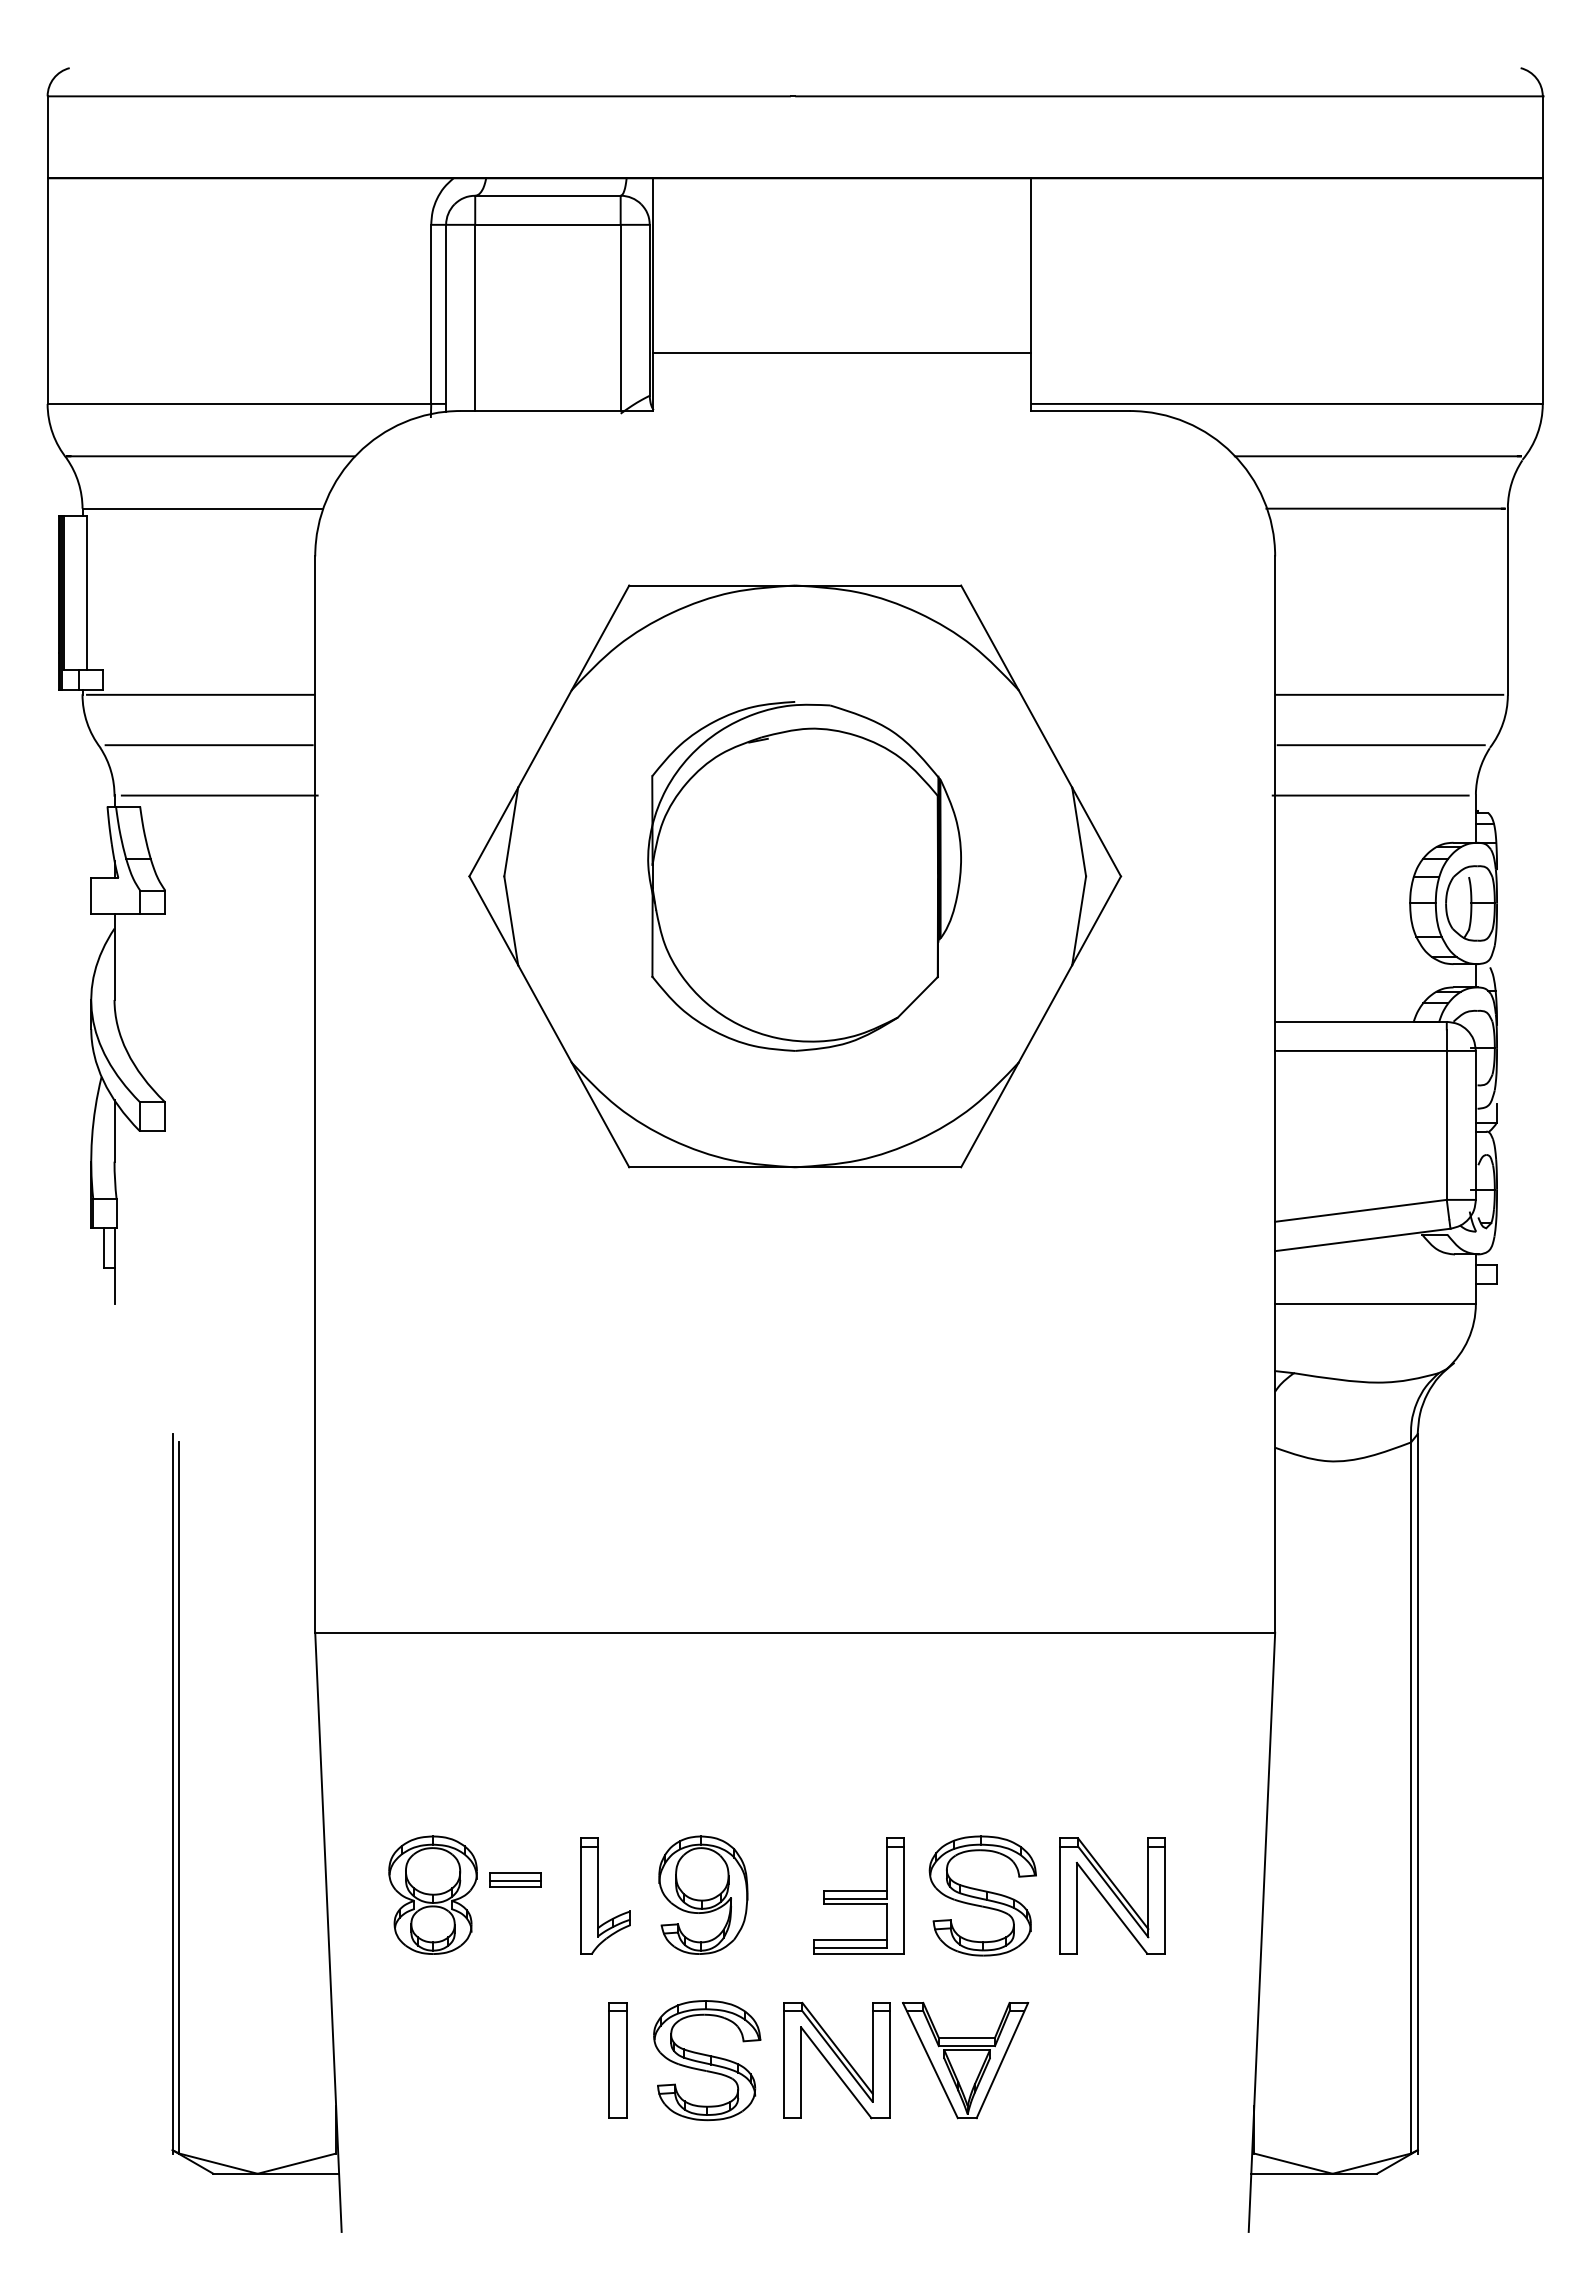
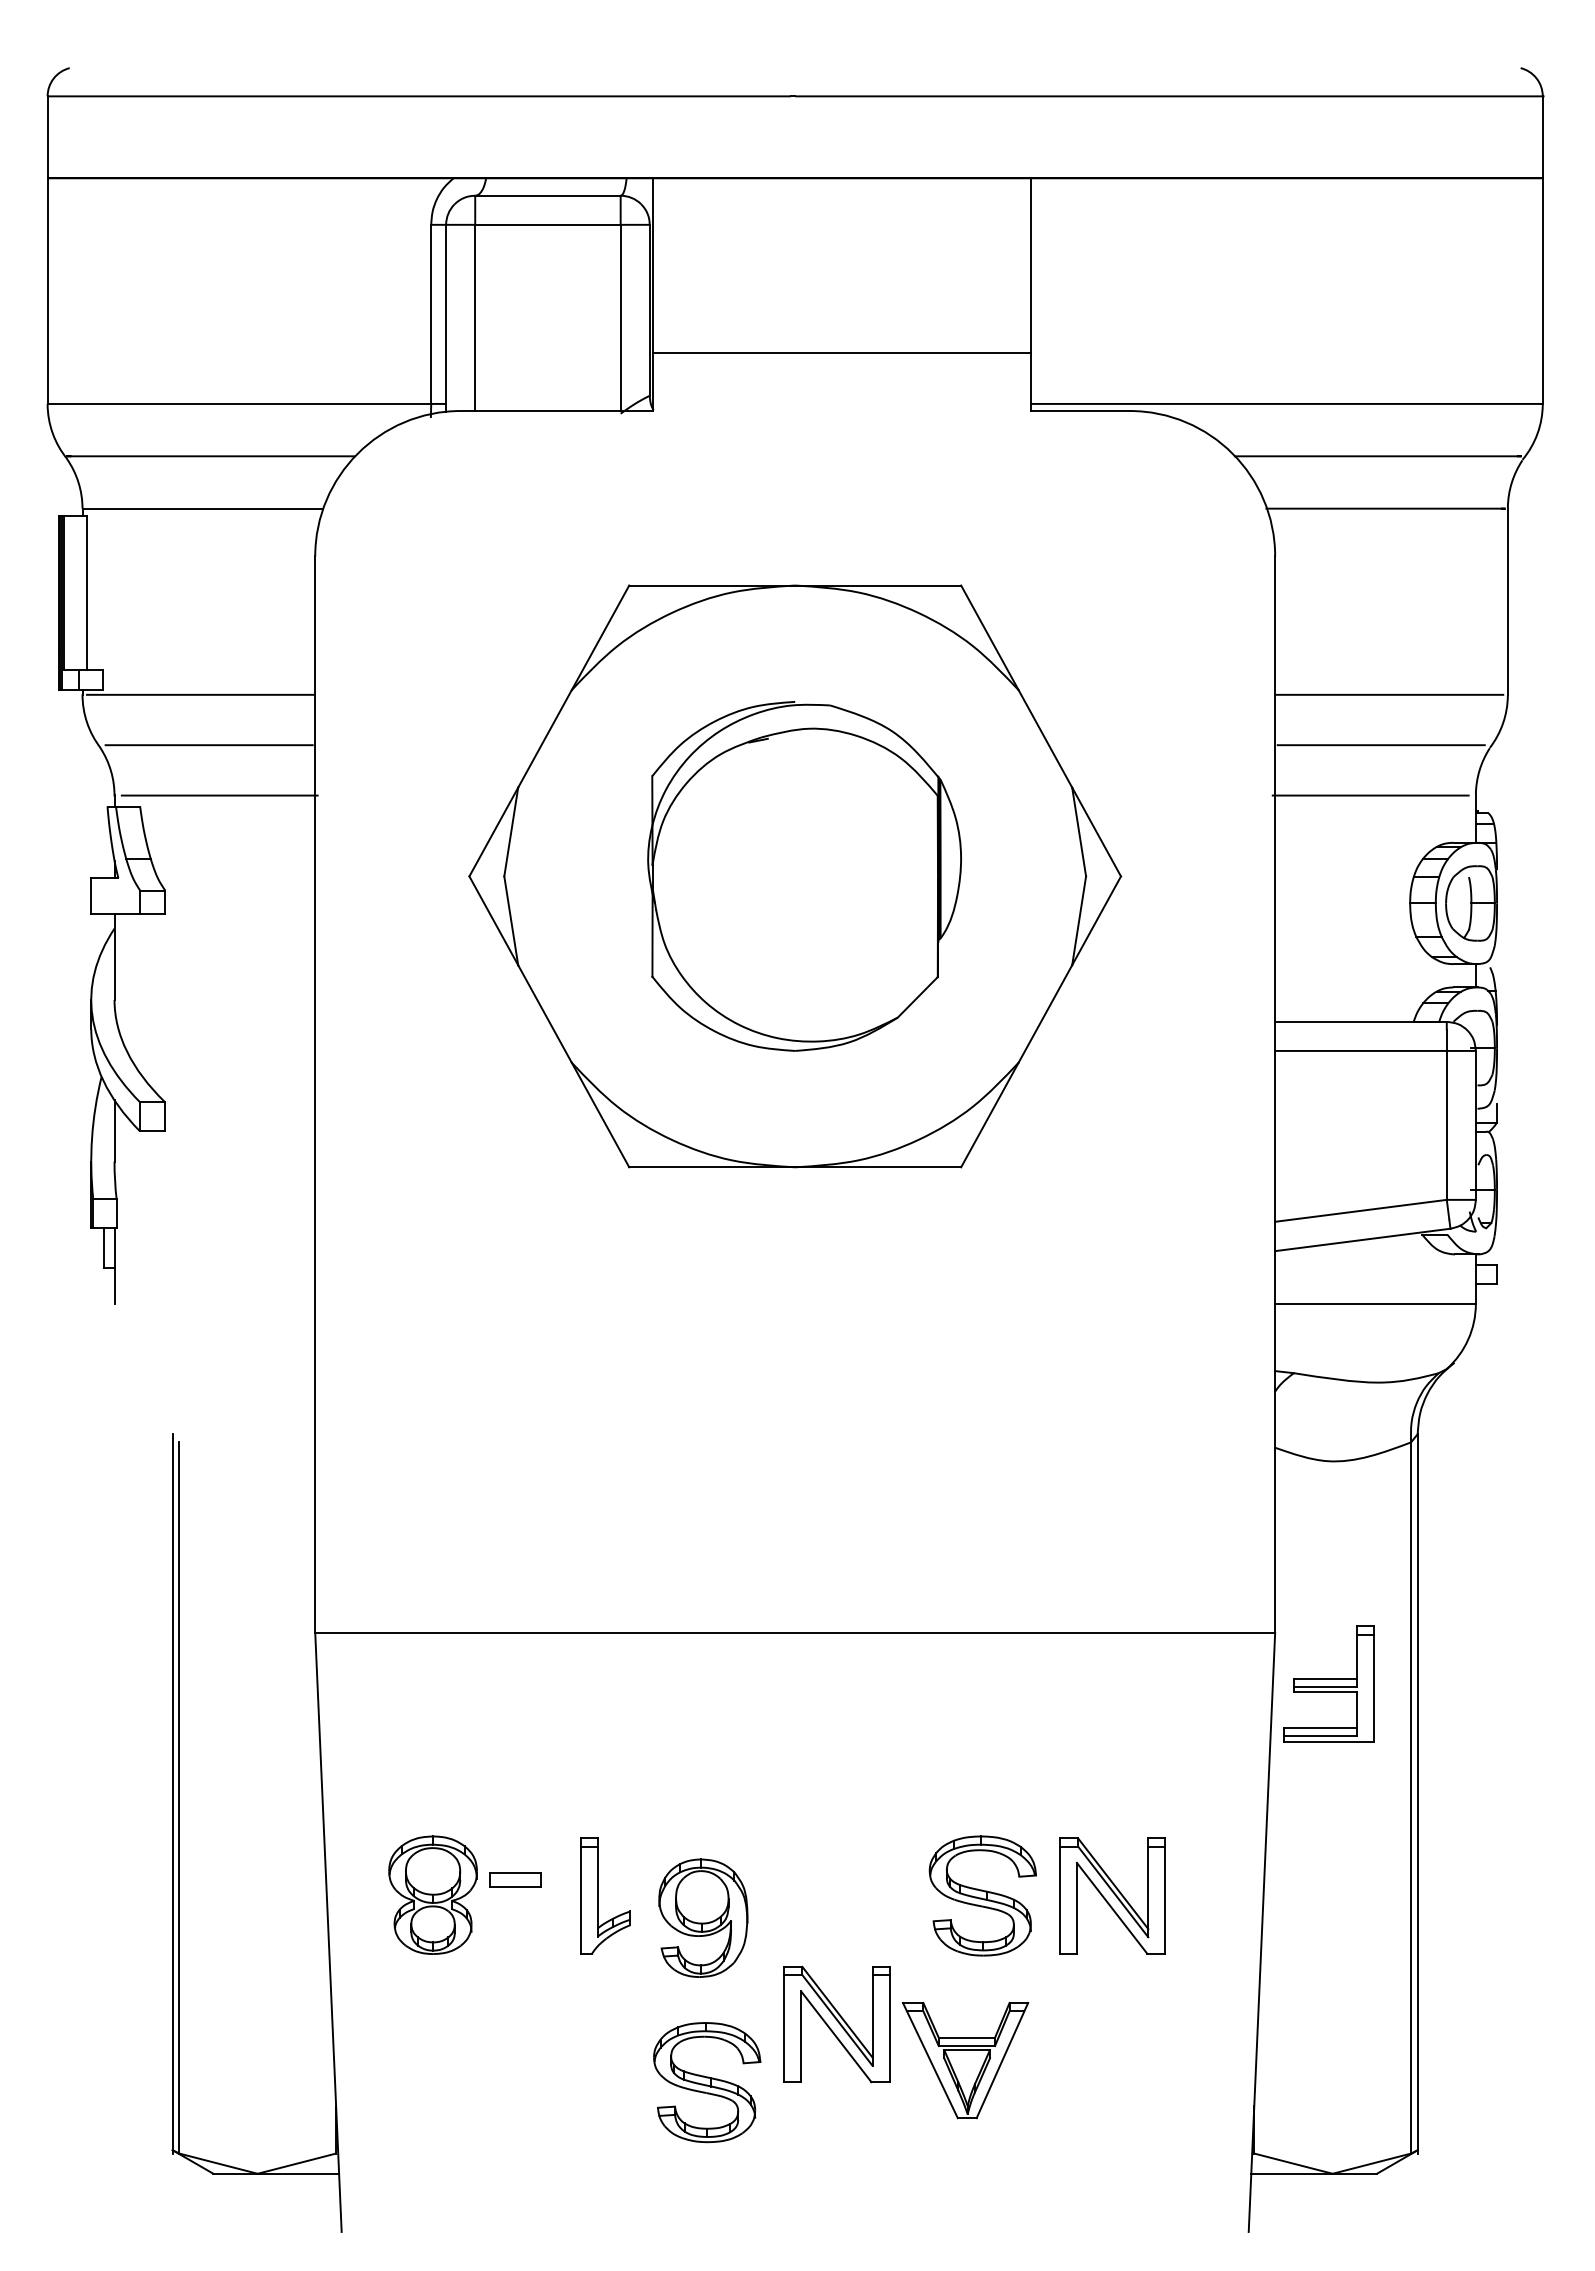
line at (515, 1881): present -> none
part at (703, 1894) position: (703, 1894) -> (703, 1917)
part at (858, 1895) position: (858, 1895) -> (1328, 1683)
part at (617, 2060): present -> none
part at (707, 2060) position: (707, 2060) -> (707, 2082)
part at (836, 2060) position: (836, 2060) -> (836, 2024)
